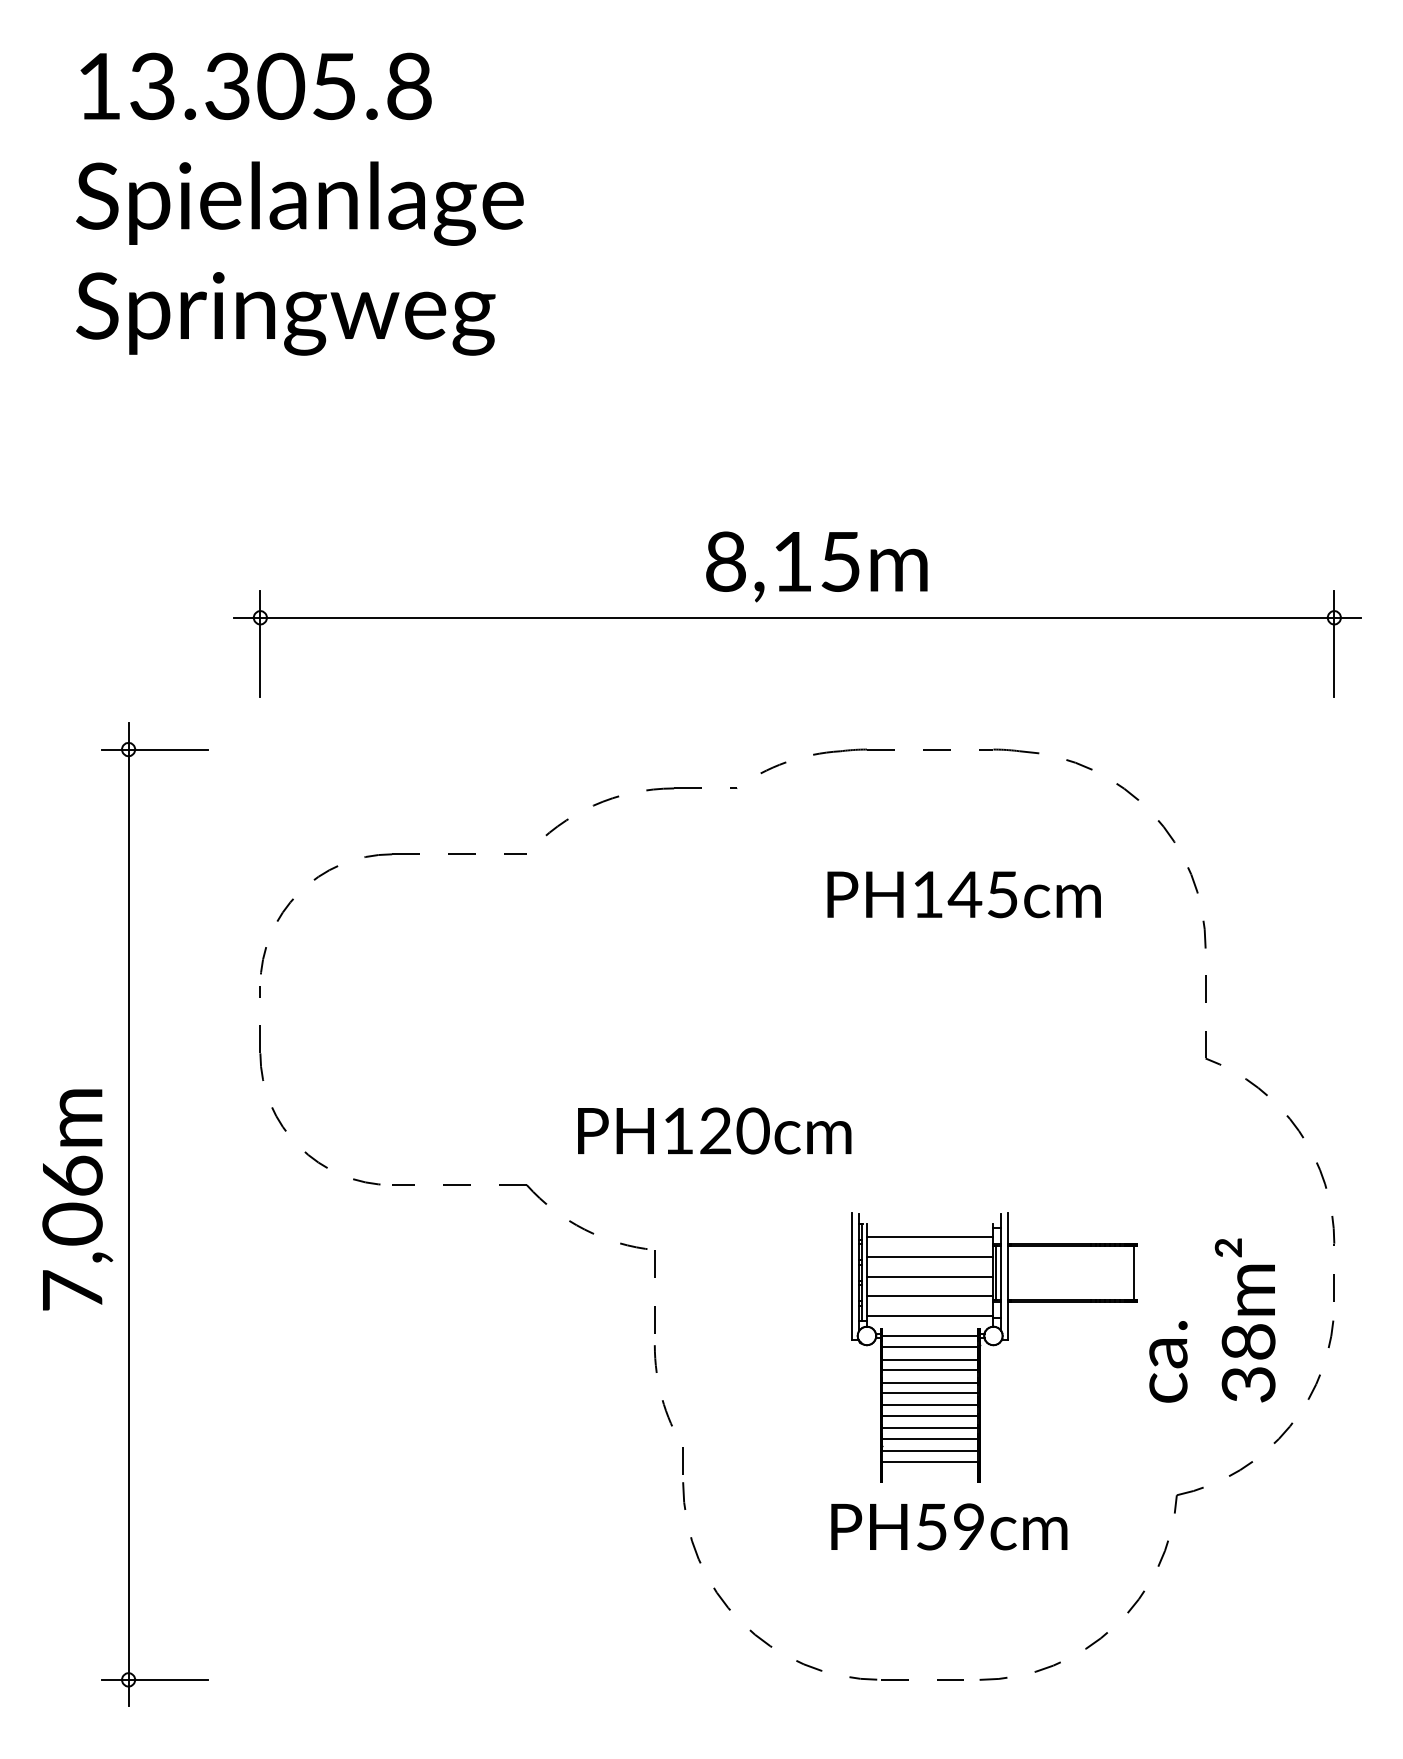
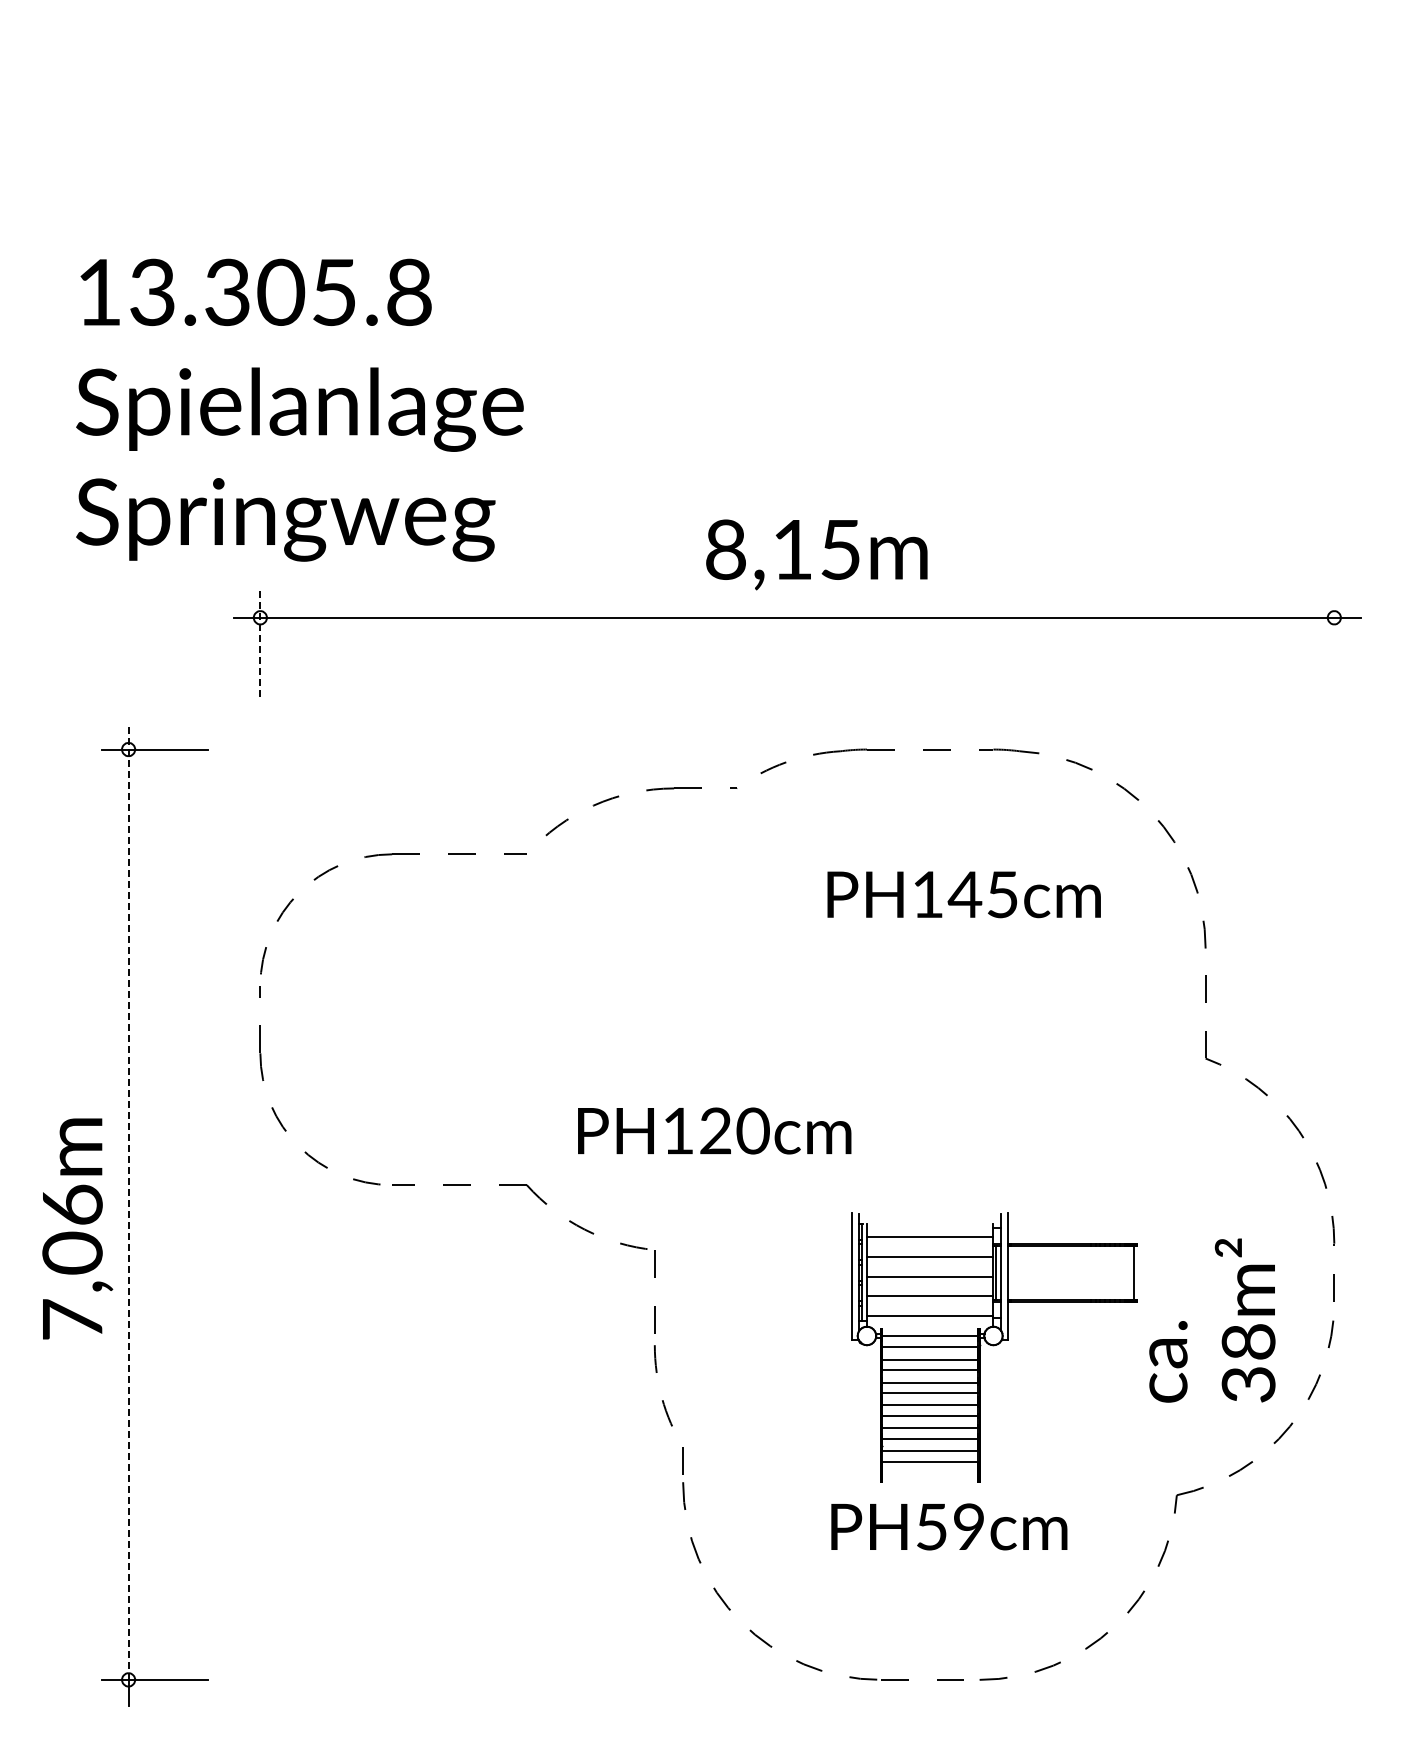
text at (299, 203) position: (299, 203) -> (299, 409)
text at (816, 566) position: (816, 566) -> (816, 554)
line at (1334, 643): present -> none
line at (260, 644): solid -> dashed
text at (77, 1199) position: (77, 1199) -> (77, 1228)
line at (128, 1201): solid -> dashed
